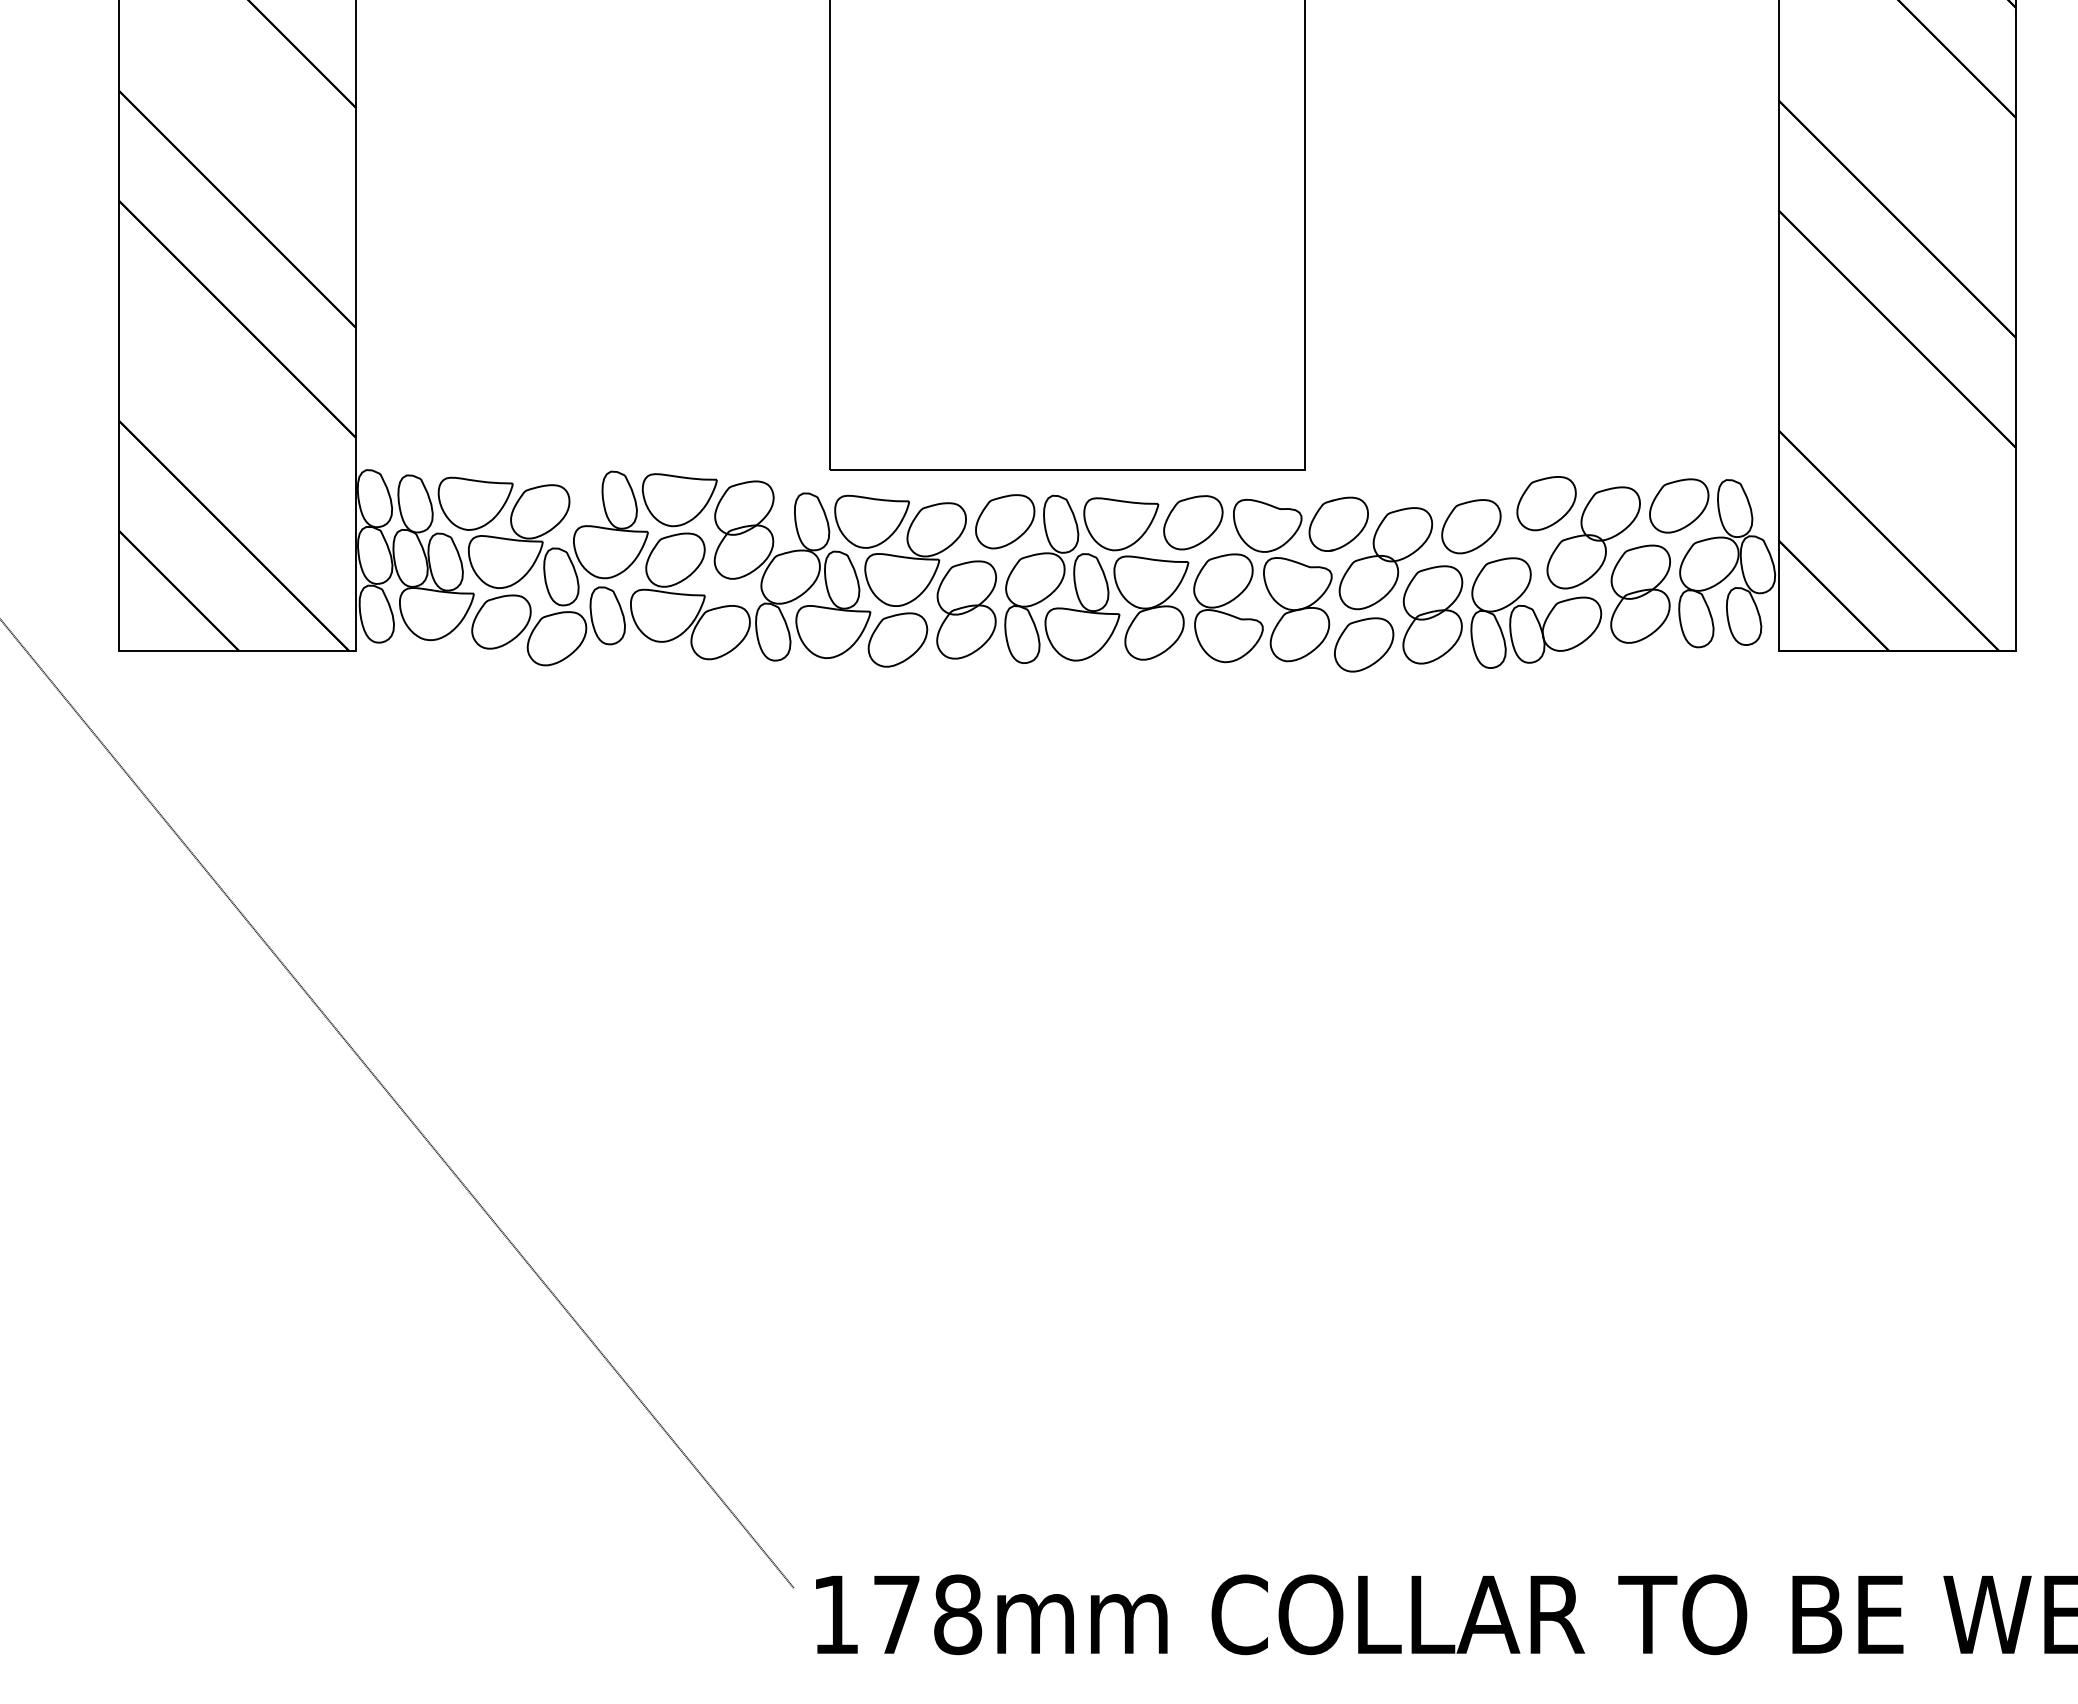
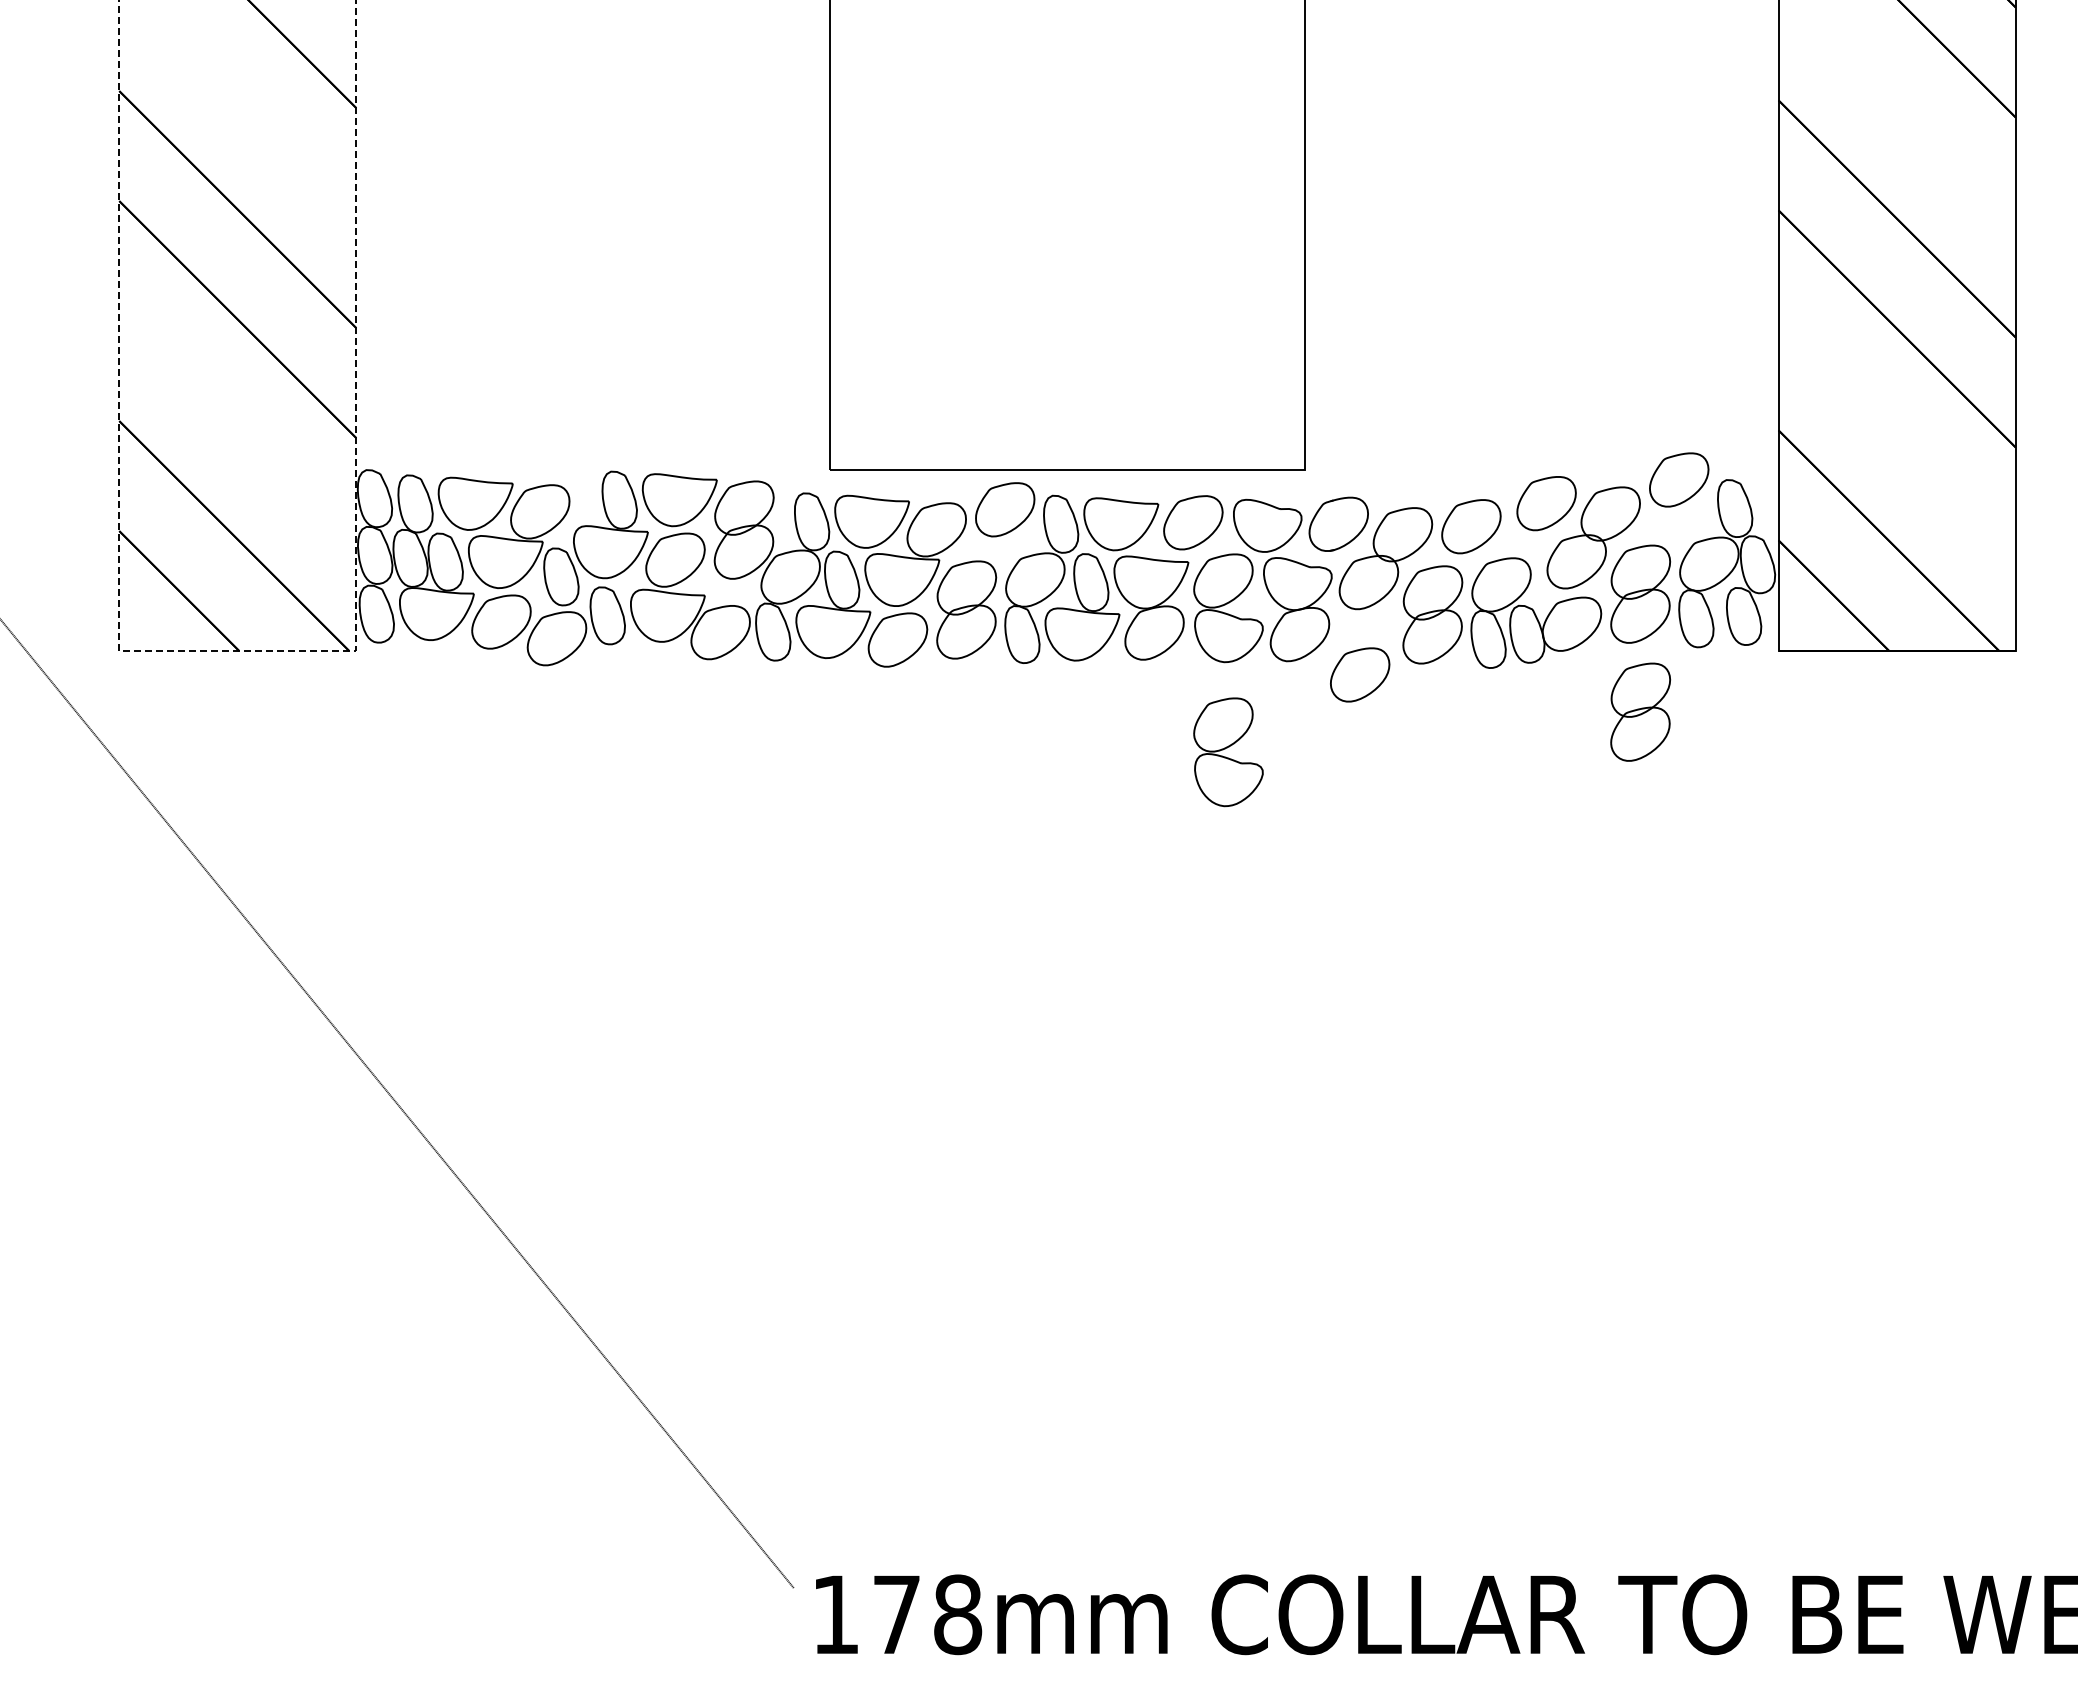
part at (1679, 505) position: (1679, 505) -> (1679, 479)
part at (1005, 521) position: (1005, 521) -> (1005, 509)
part at (1364, 644) position: (1364, 644) -> (1360, 674)
line at (237, 650): solid -> dashed
part at (1640, 711): none -> present
part at (1228, 752): none -> present
